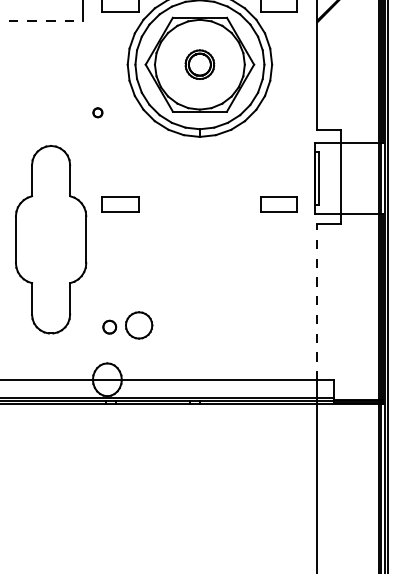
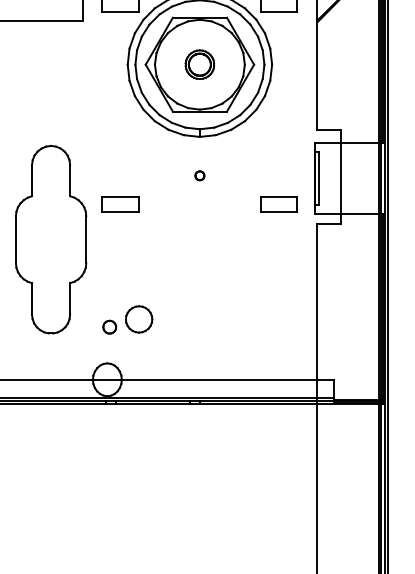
line at (41, 20): dashed -> solid
part at (97, 112) position: (97, 112) -> (199, 175)
line at (317, 301): dashed -> solid
part at (139, 325) position: (139, 325) -> (139, 319)
